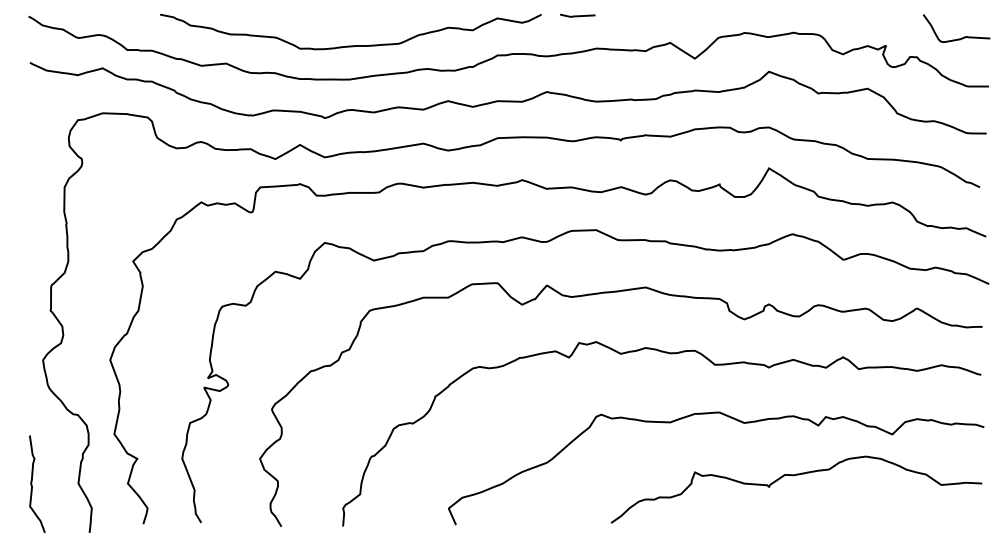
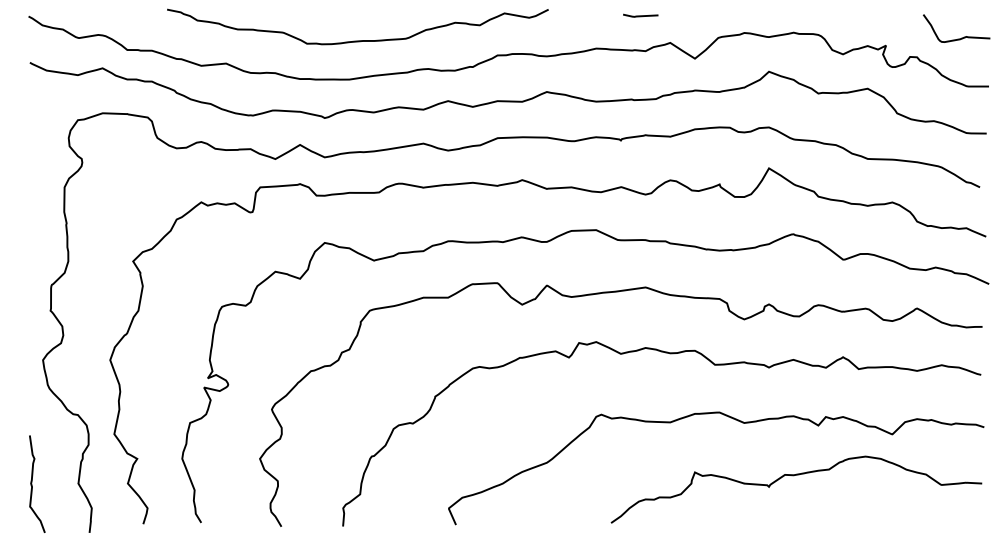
line at (577, 15) position: (577, 15) -> (640, 15)
curve at (350, 45) position: (350, 45) -> (357, 40)
